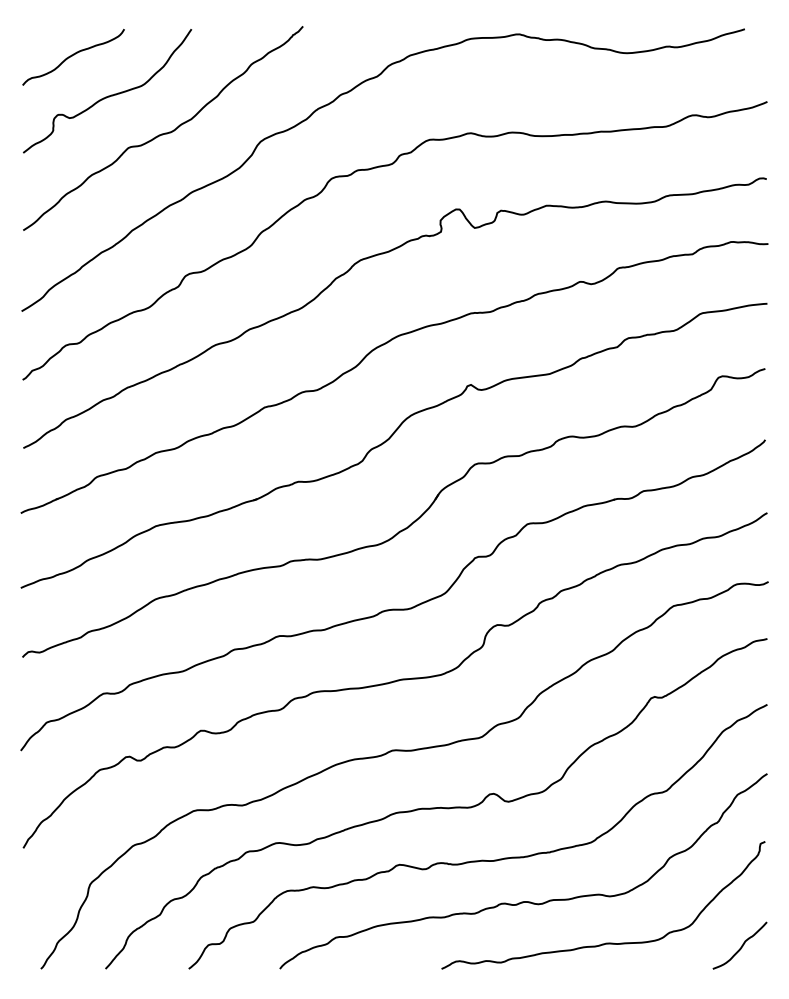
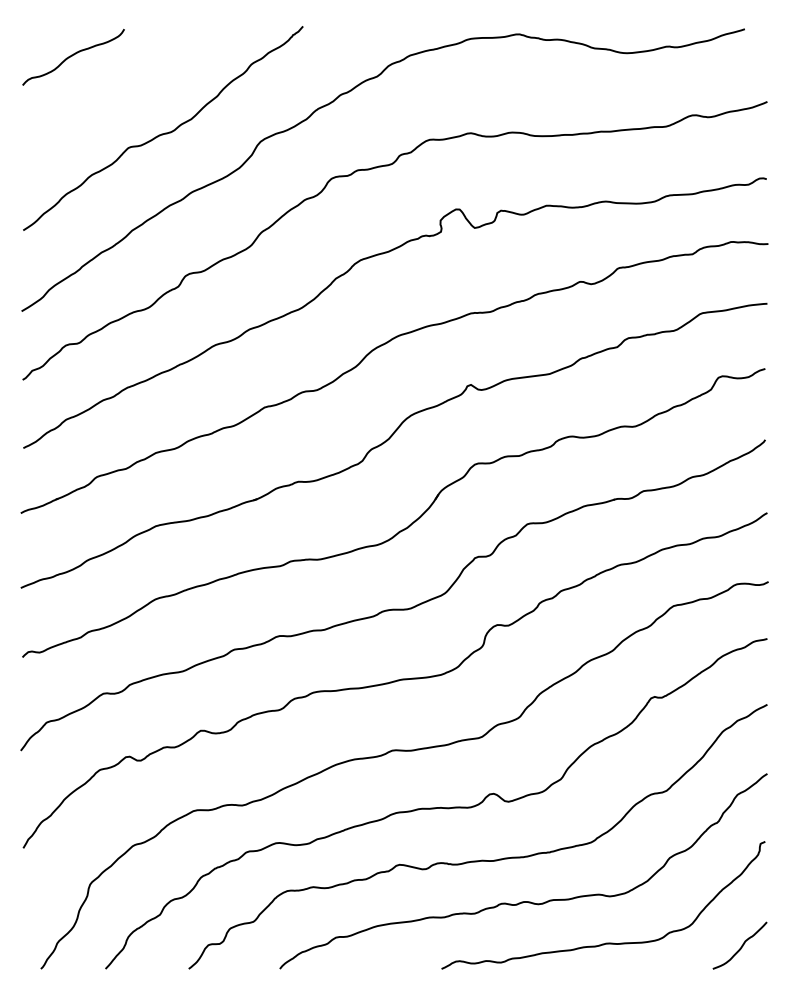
curve at (108, 95): present -> none
